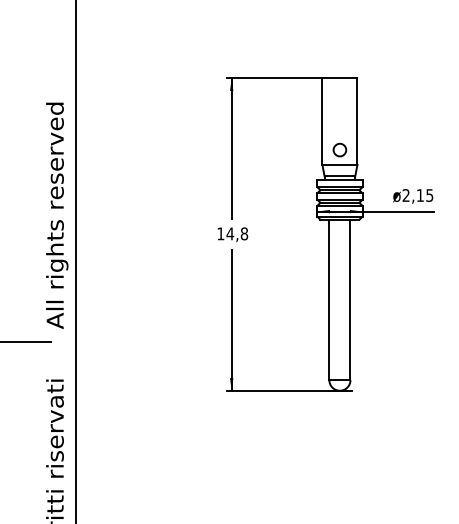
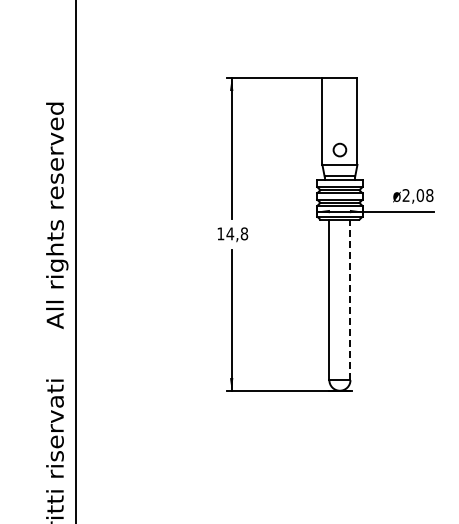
text at (424, 195): 2,15 -> 2,08
line at (350, 299): solid -> dashed
line at (26, 341): present -> none
